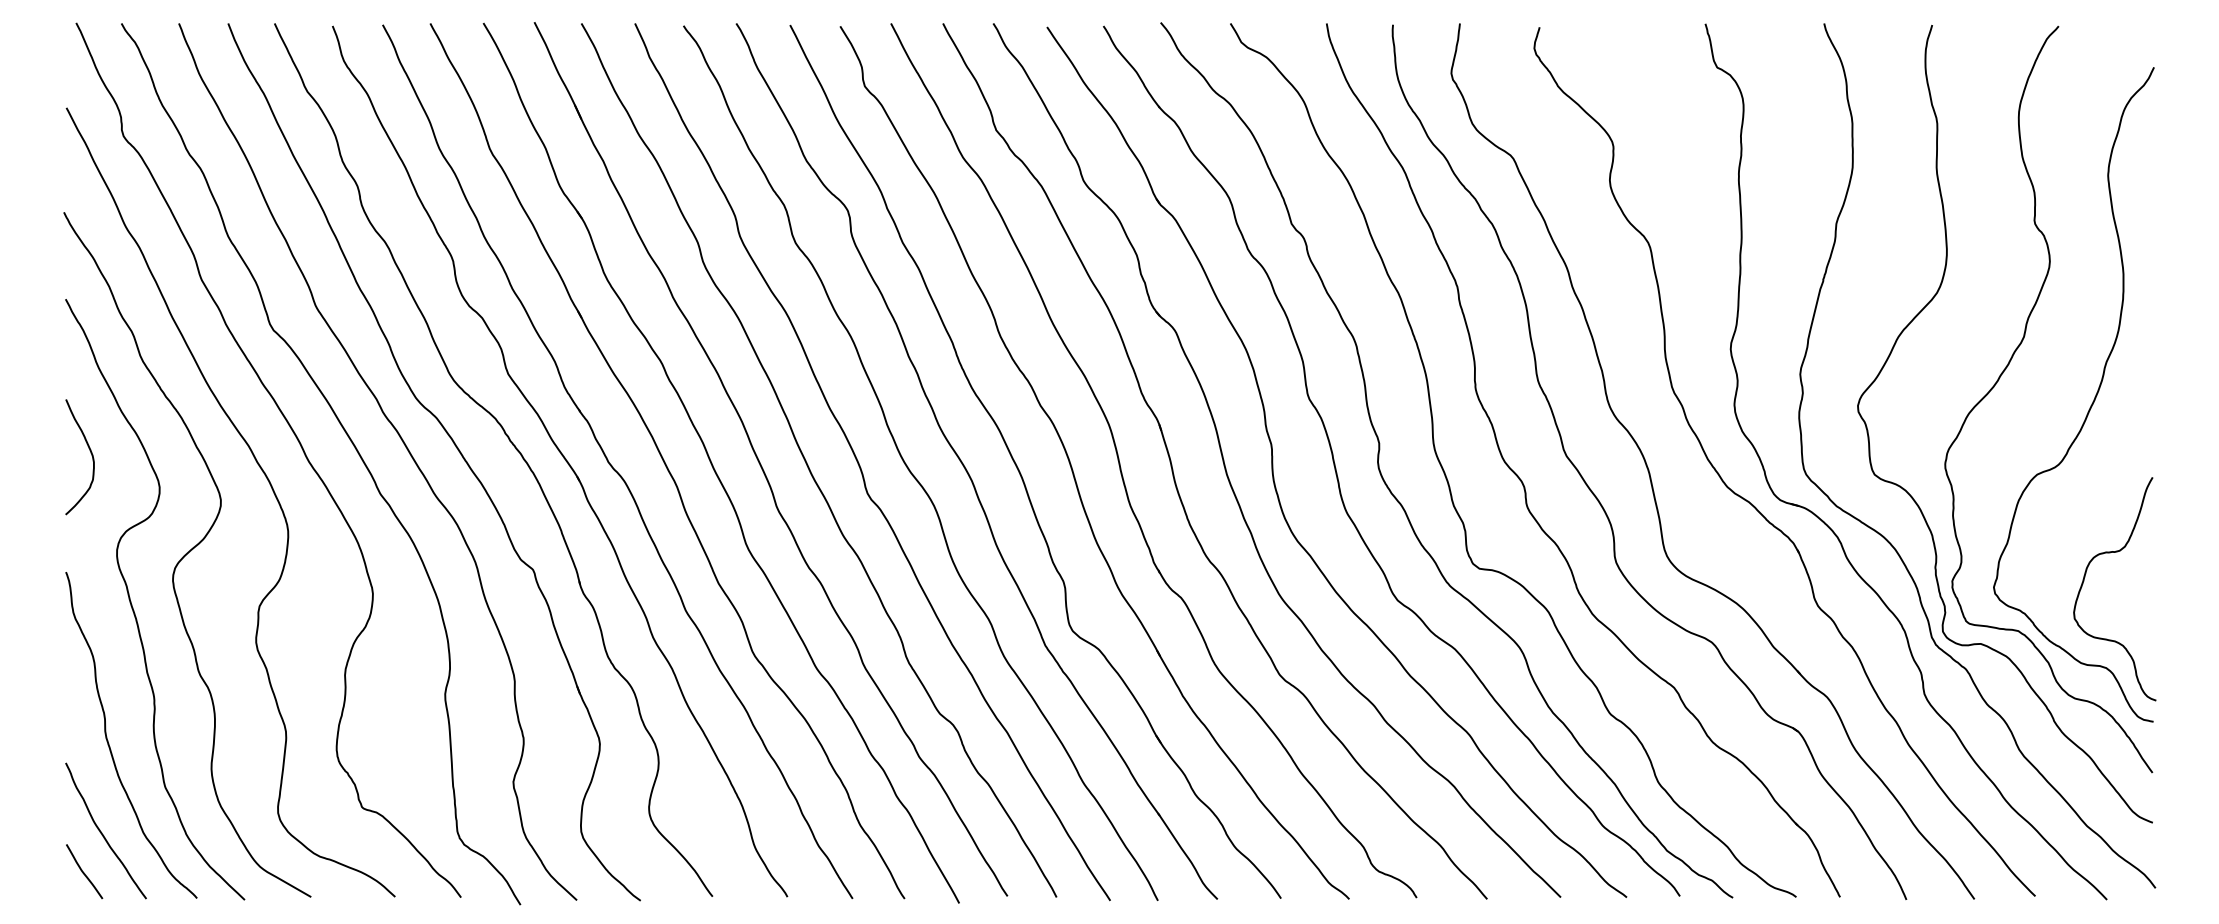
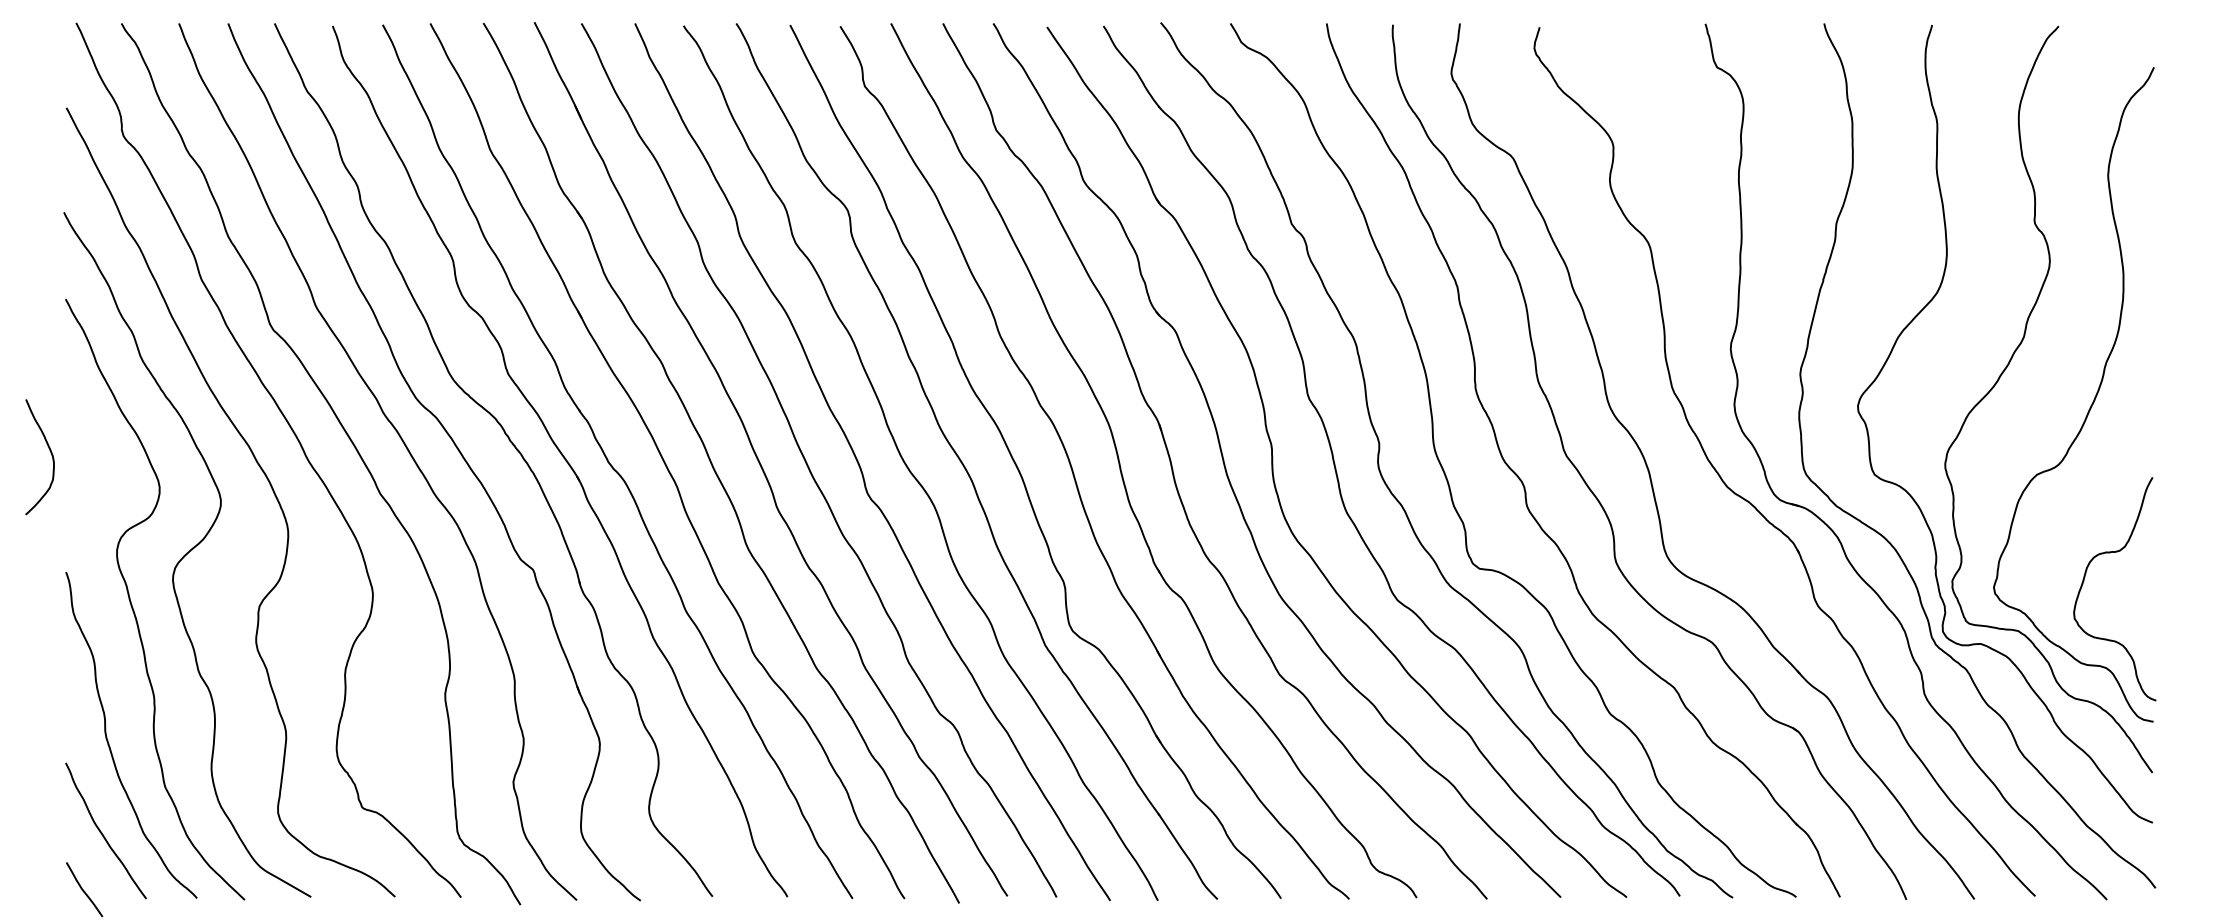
curve at (90, 453) position: (90, 453) -> (50, 453)
curve at (83, 871) position: (83, 871) -> (83, 889)
